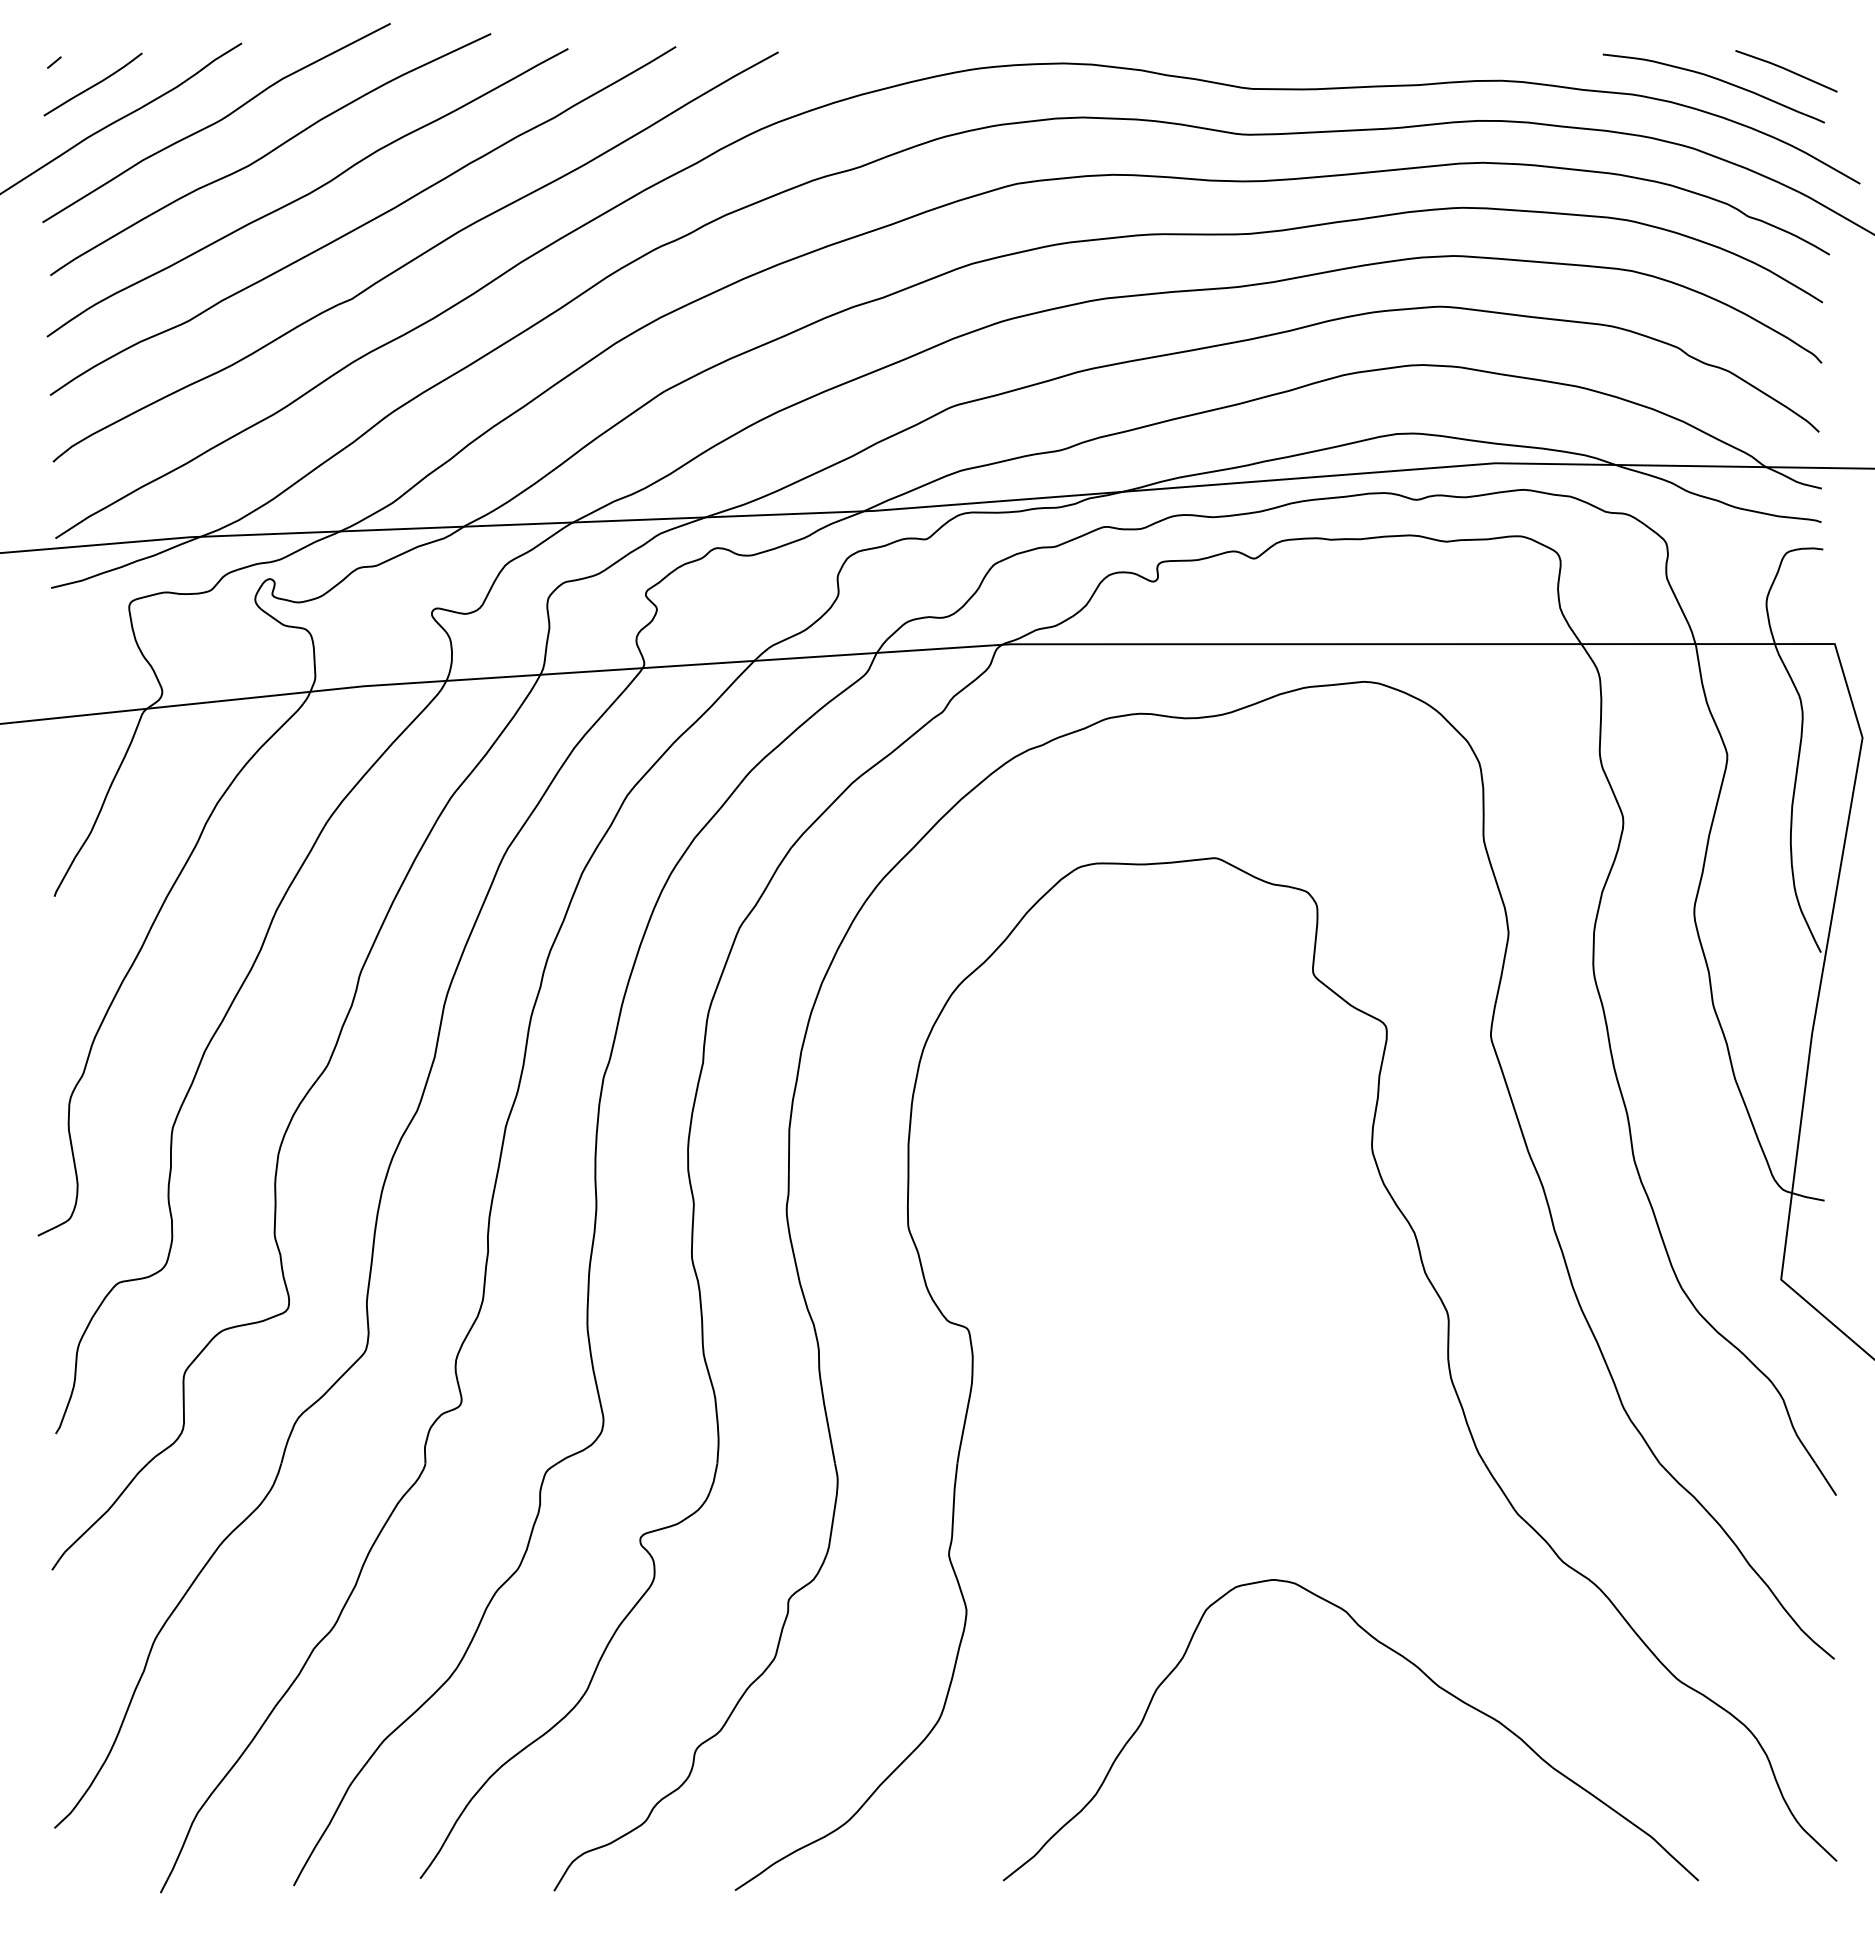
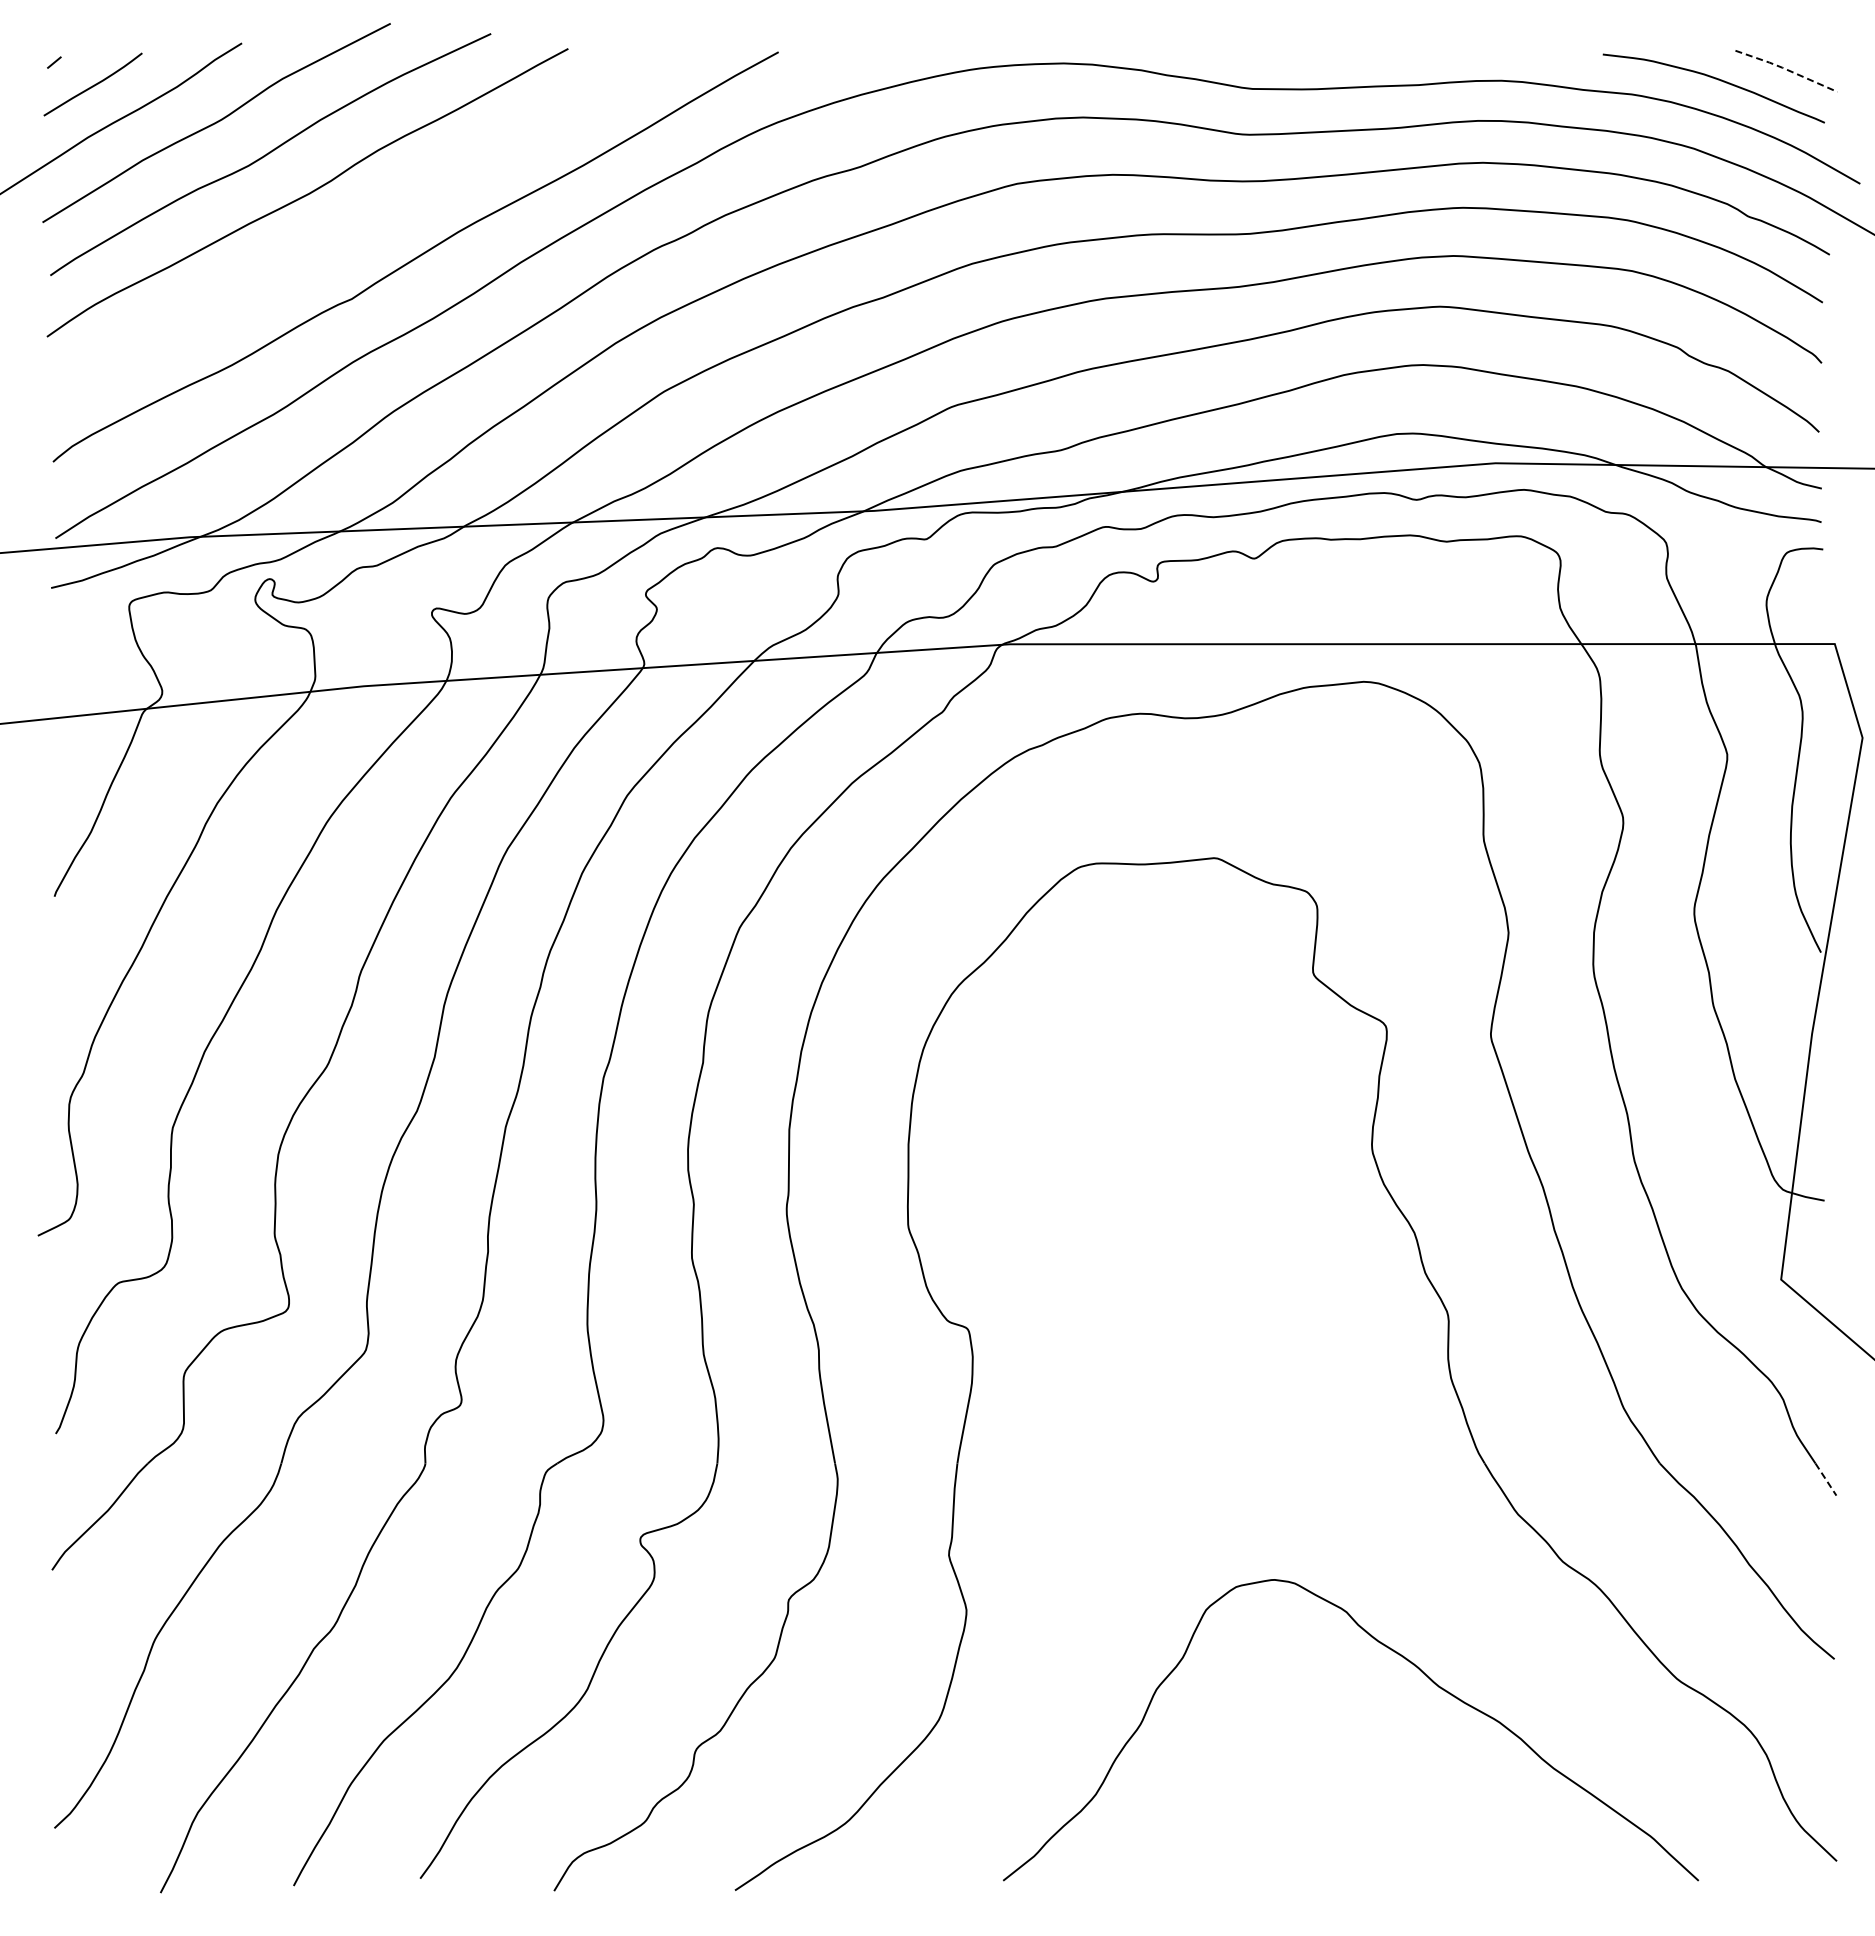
line at (1786, 69): solid -> dashed
curve at (363, 223): present -> none
line at (1826, 1479): solid -> dashed
